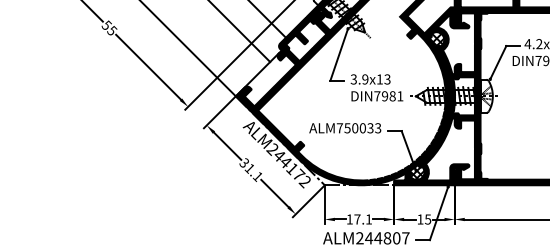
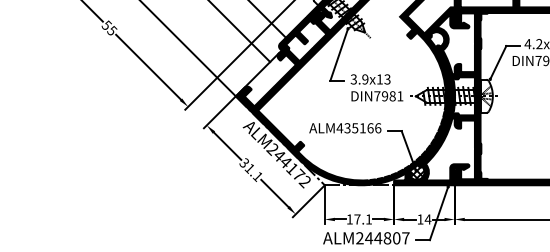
hatch at (436, 40): present -> none
text at (358, 128): ALM750033 -> ALM435166
text at (427, 219): 15 -> 14
